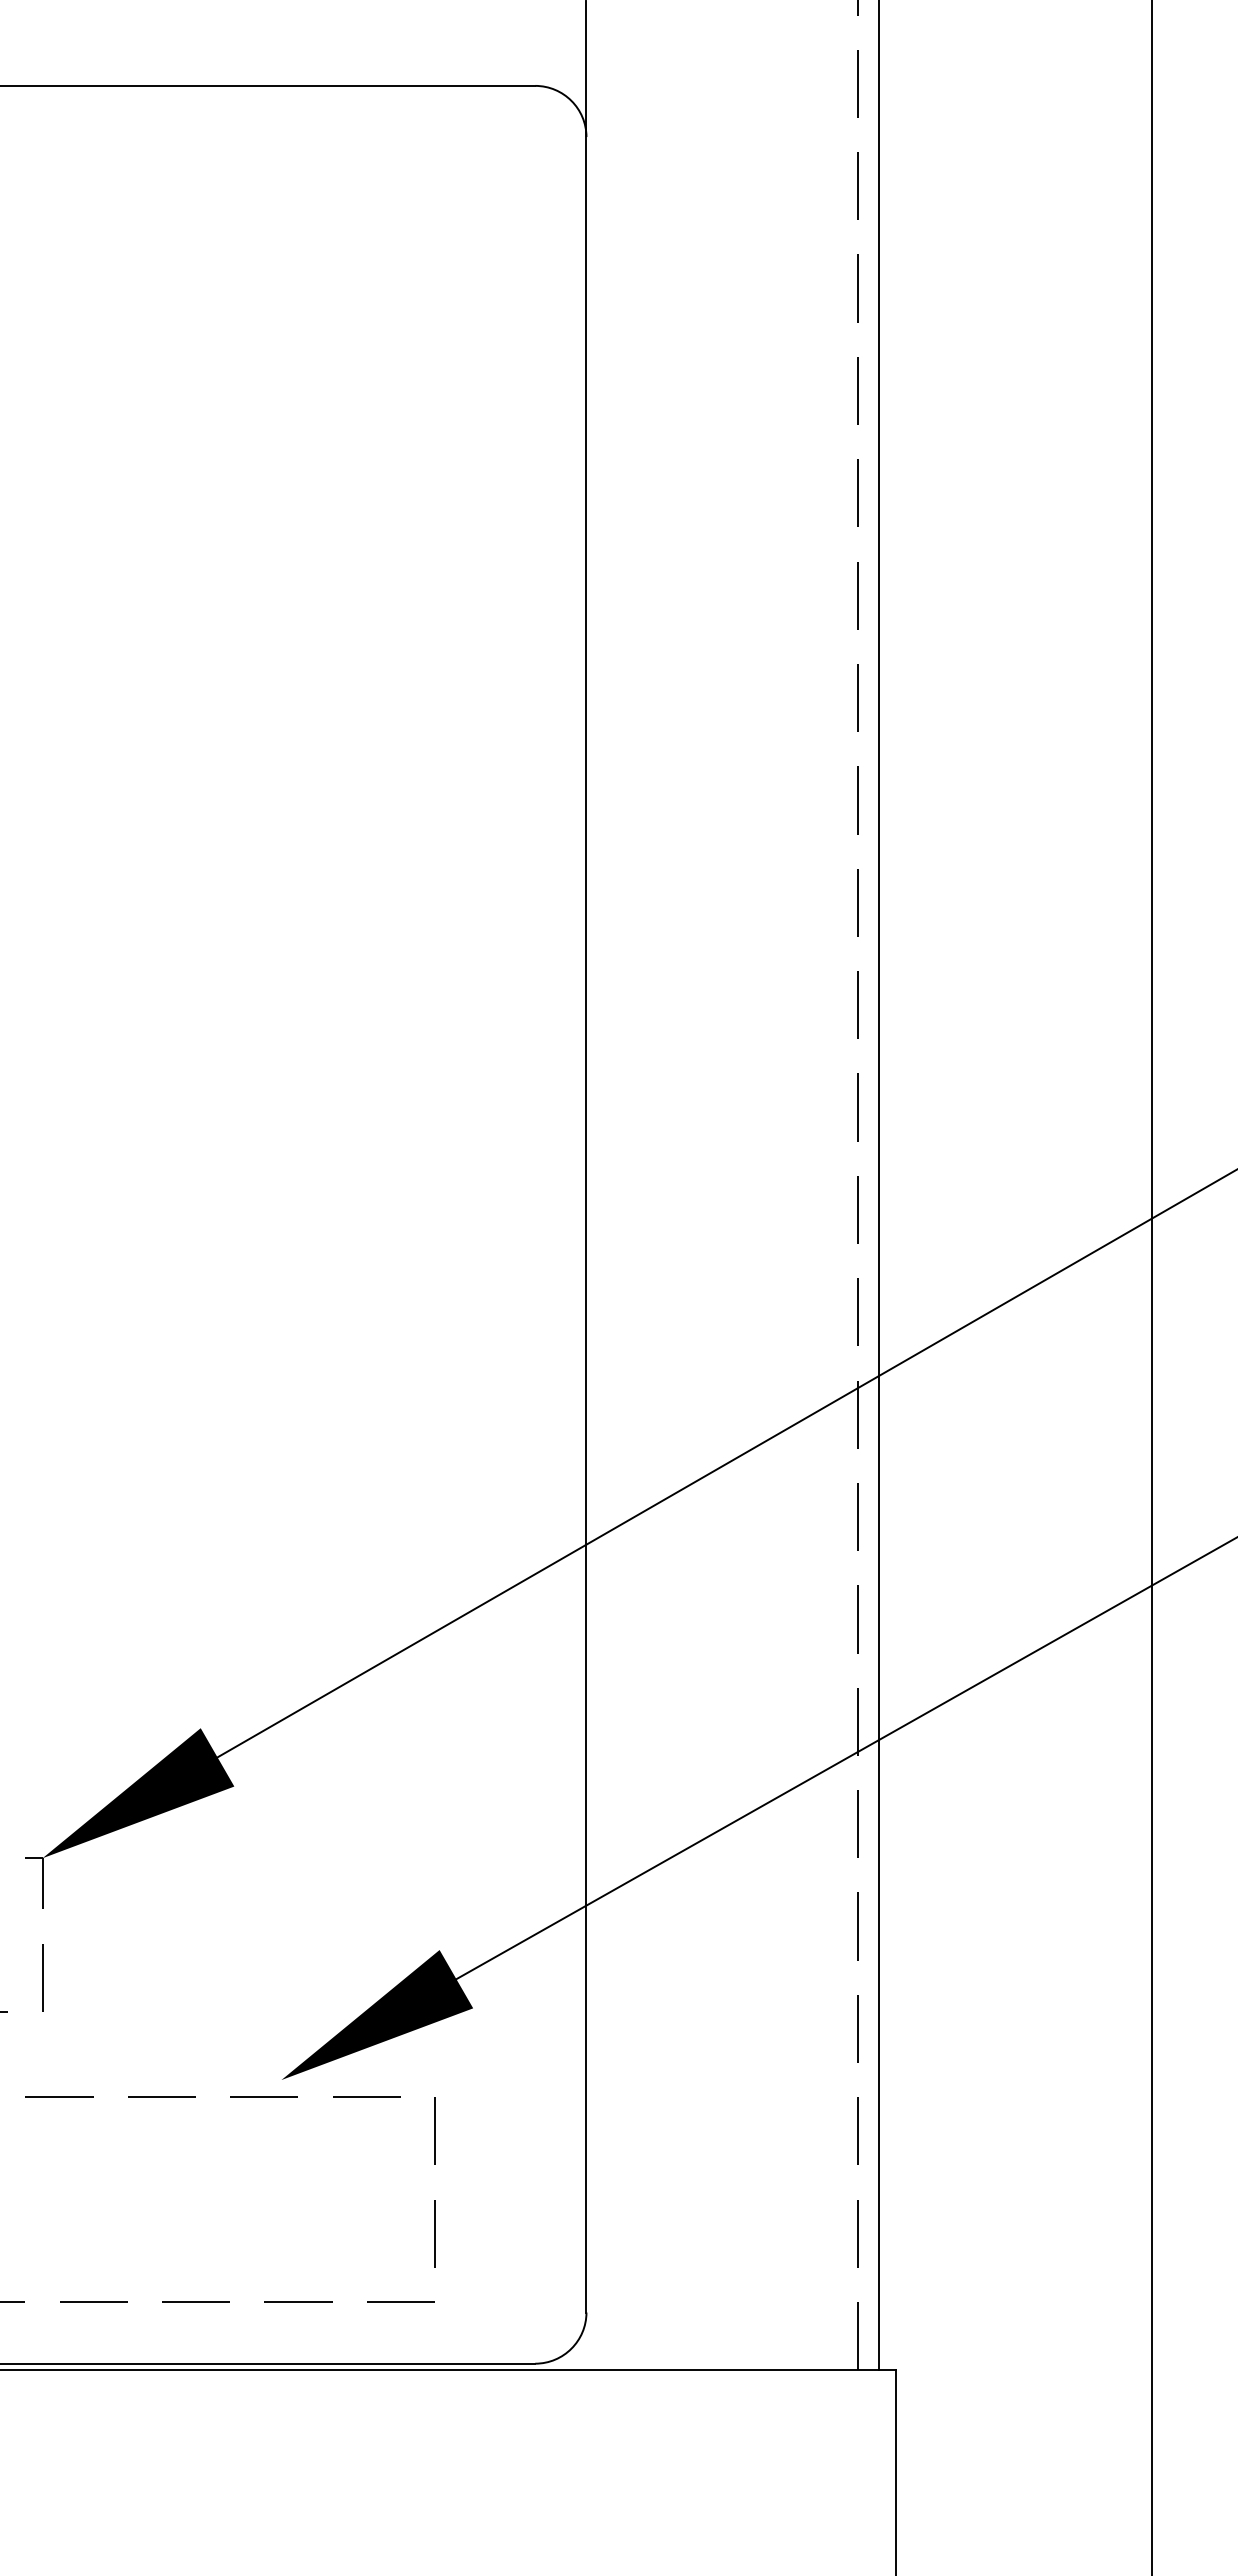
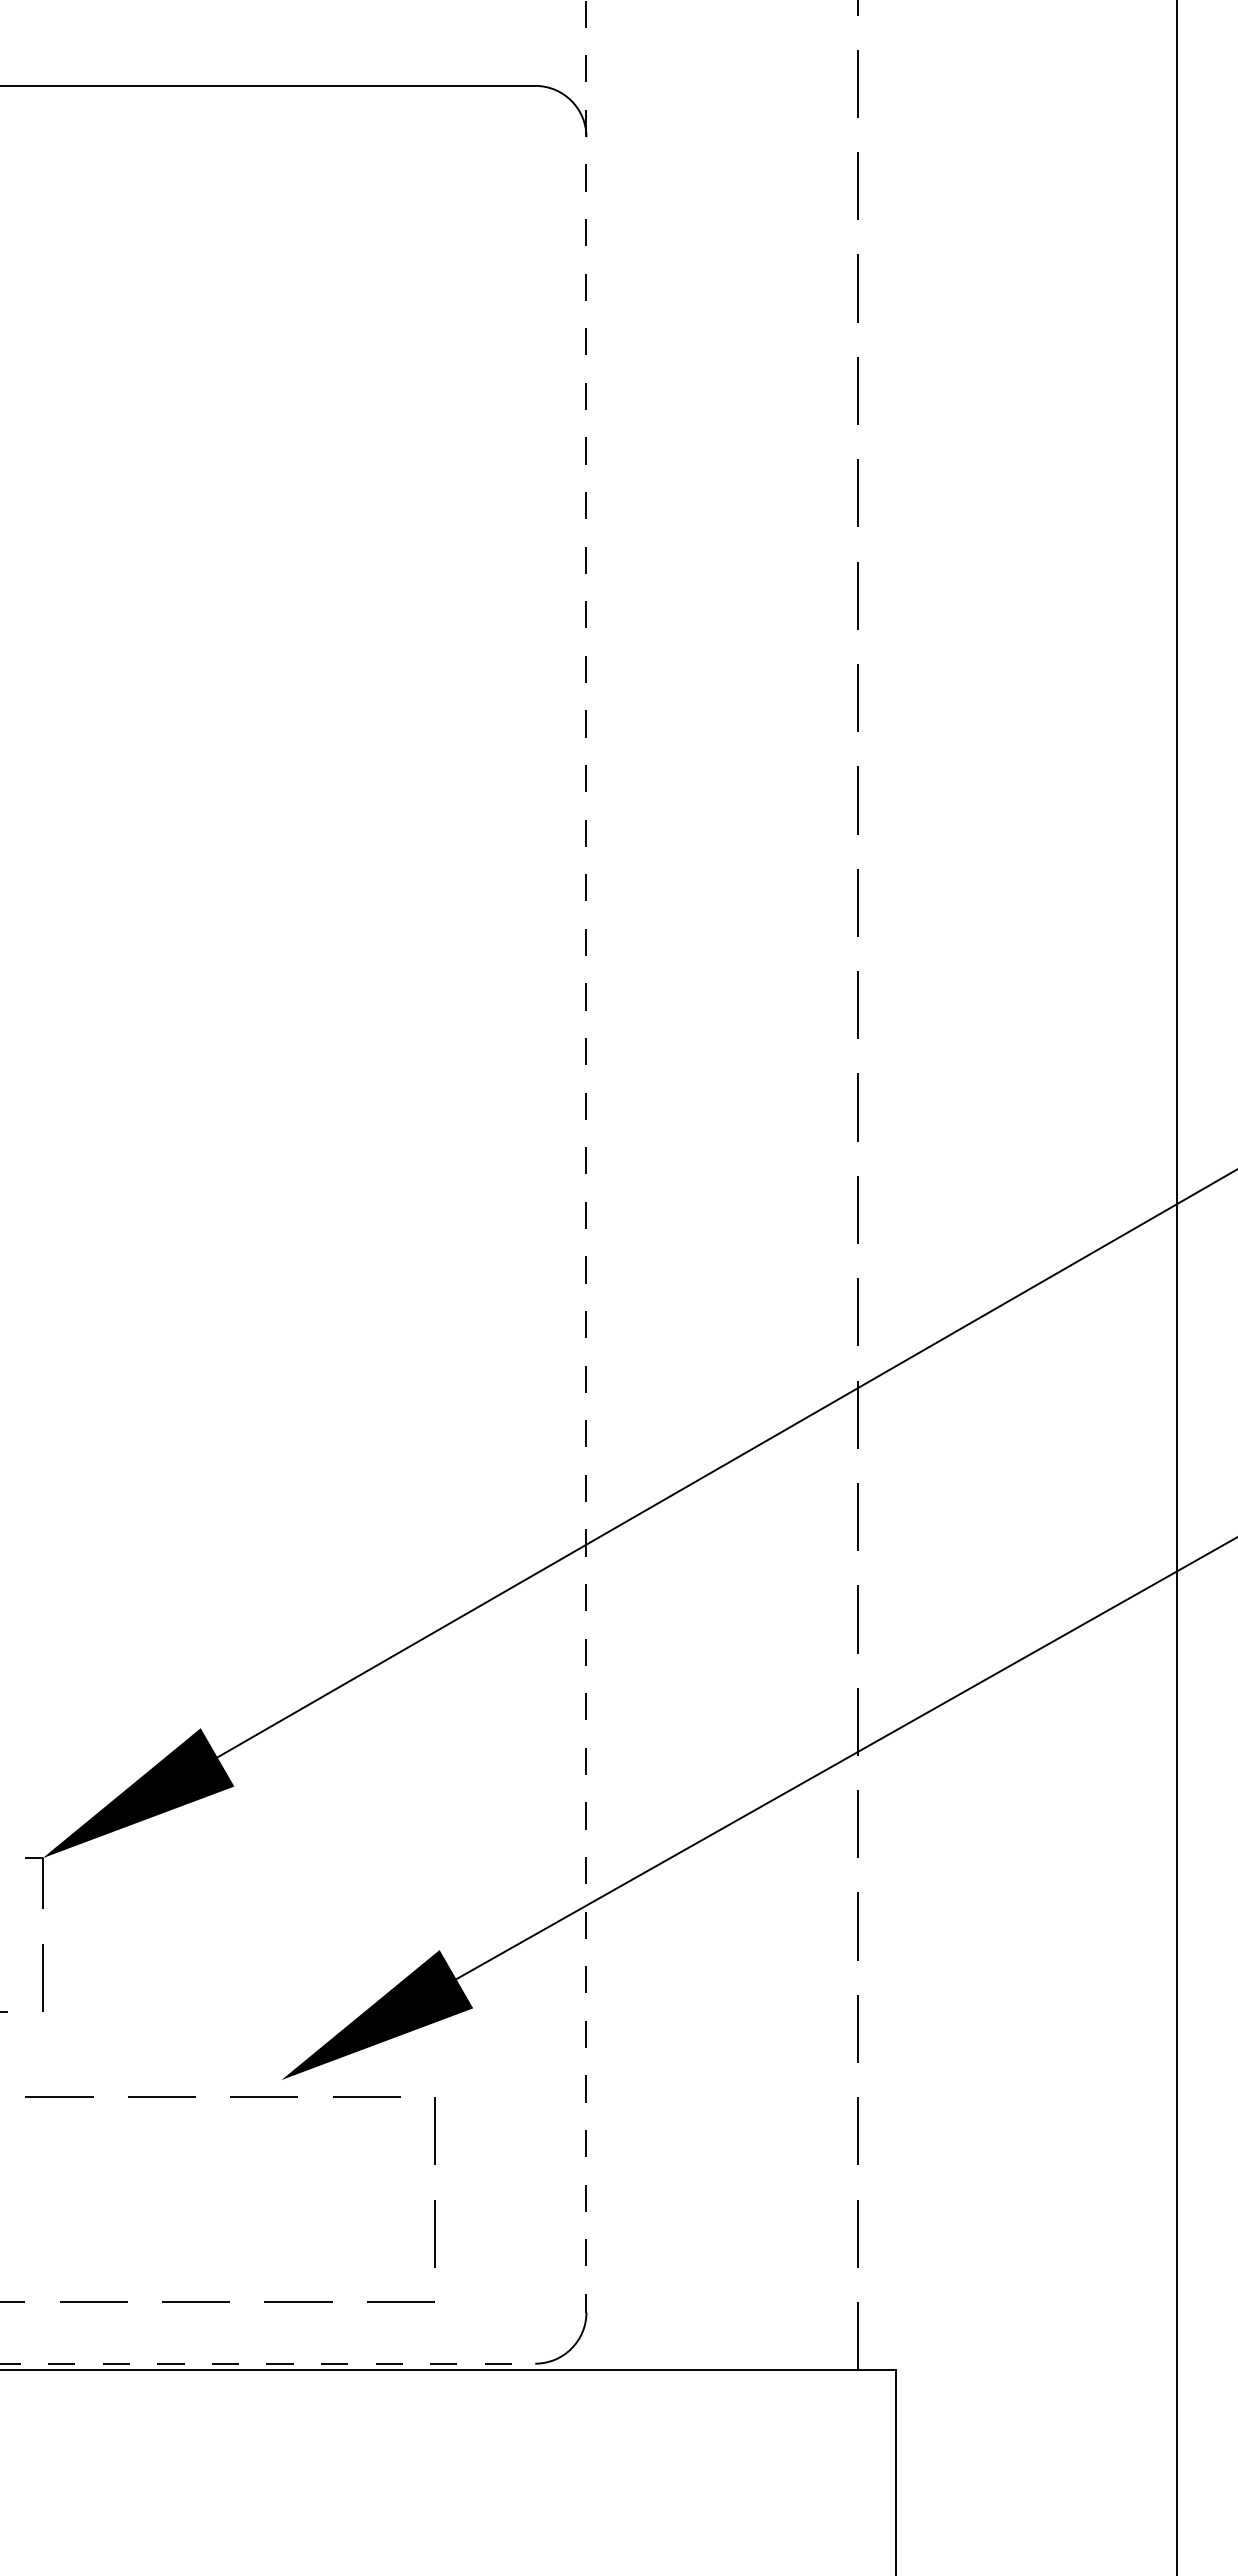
line at (586, 1156): solid -> dashed
line at (878, 1186): present -> none
line at (1151, 1287) position: (1151, 1287) -> (1176, 1287)
line at (268, 2363): solid -> dashed
